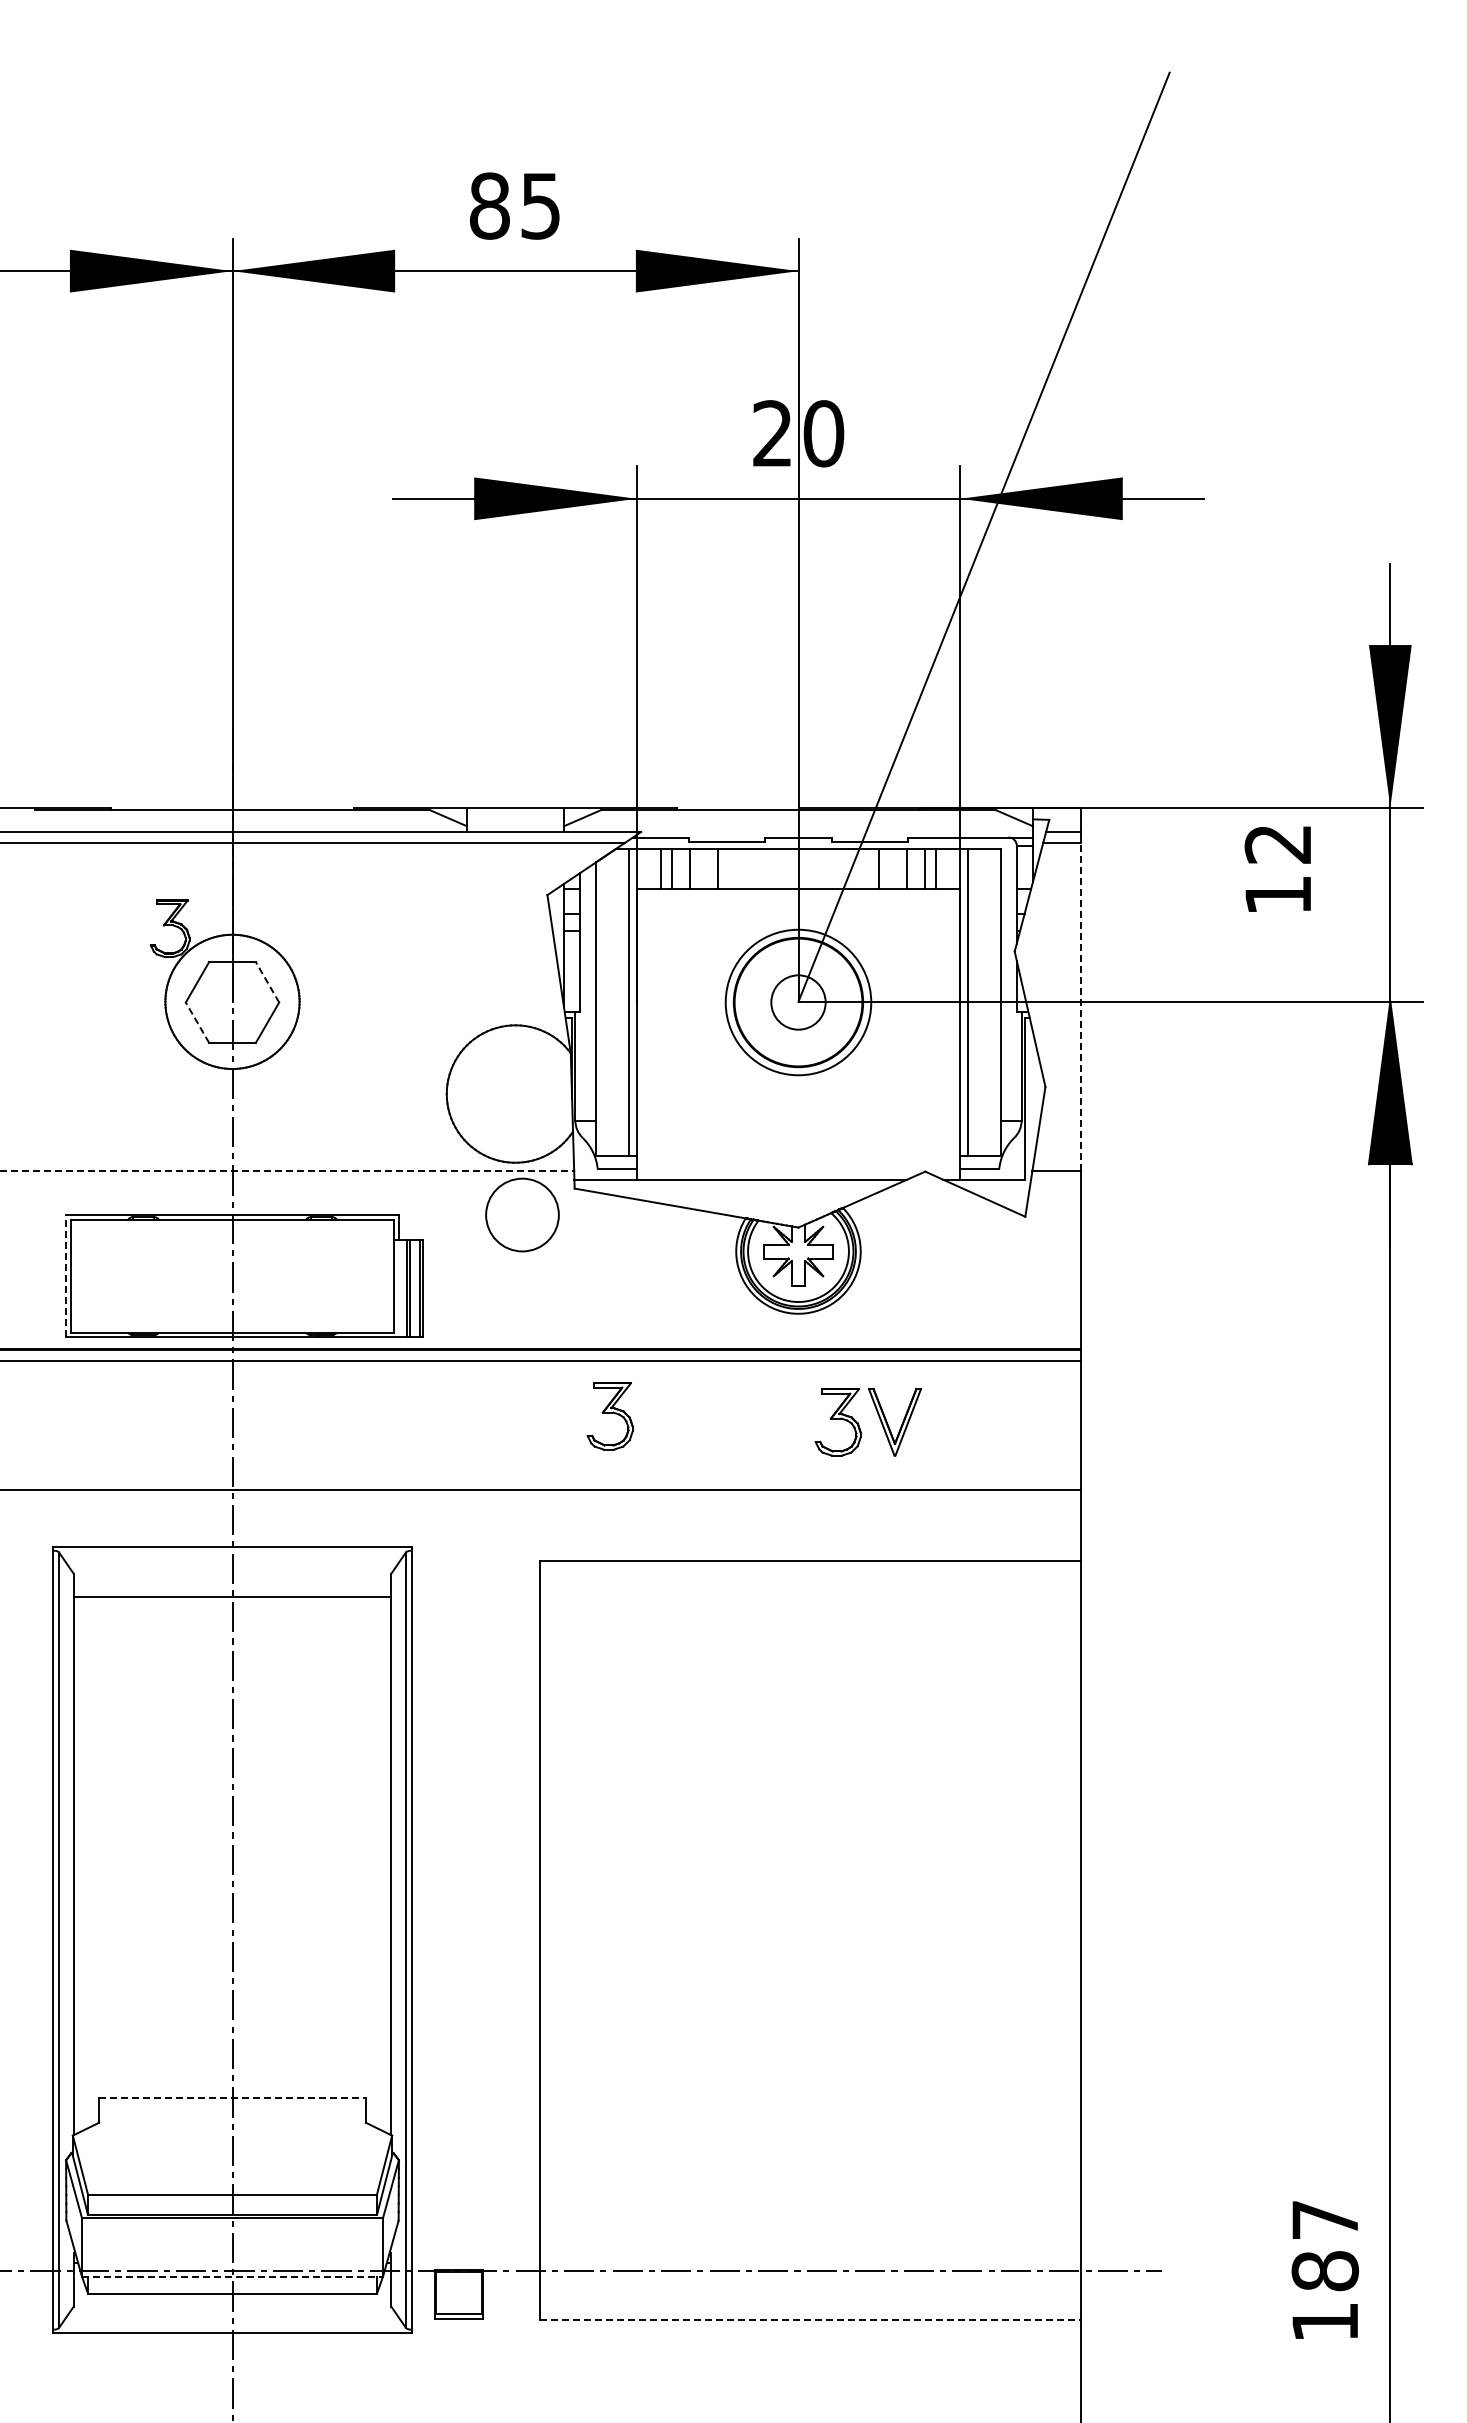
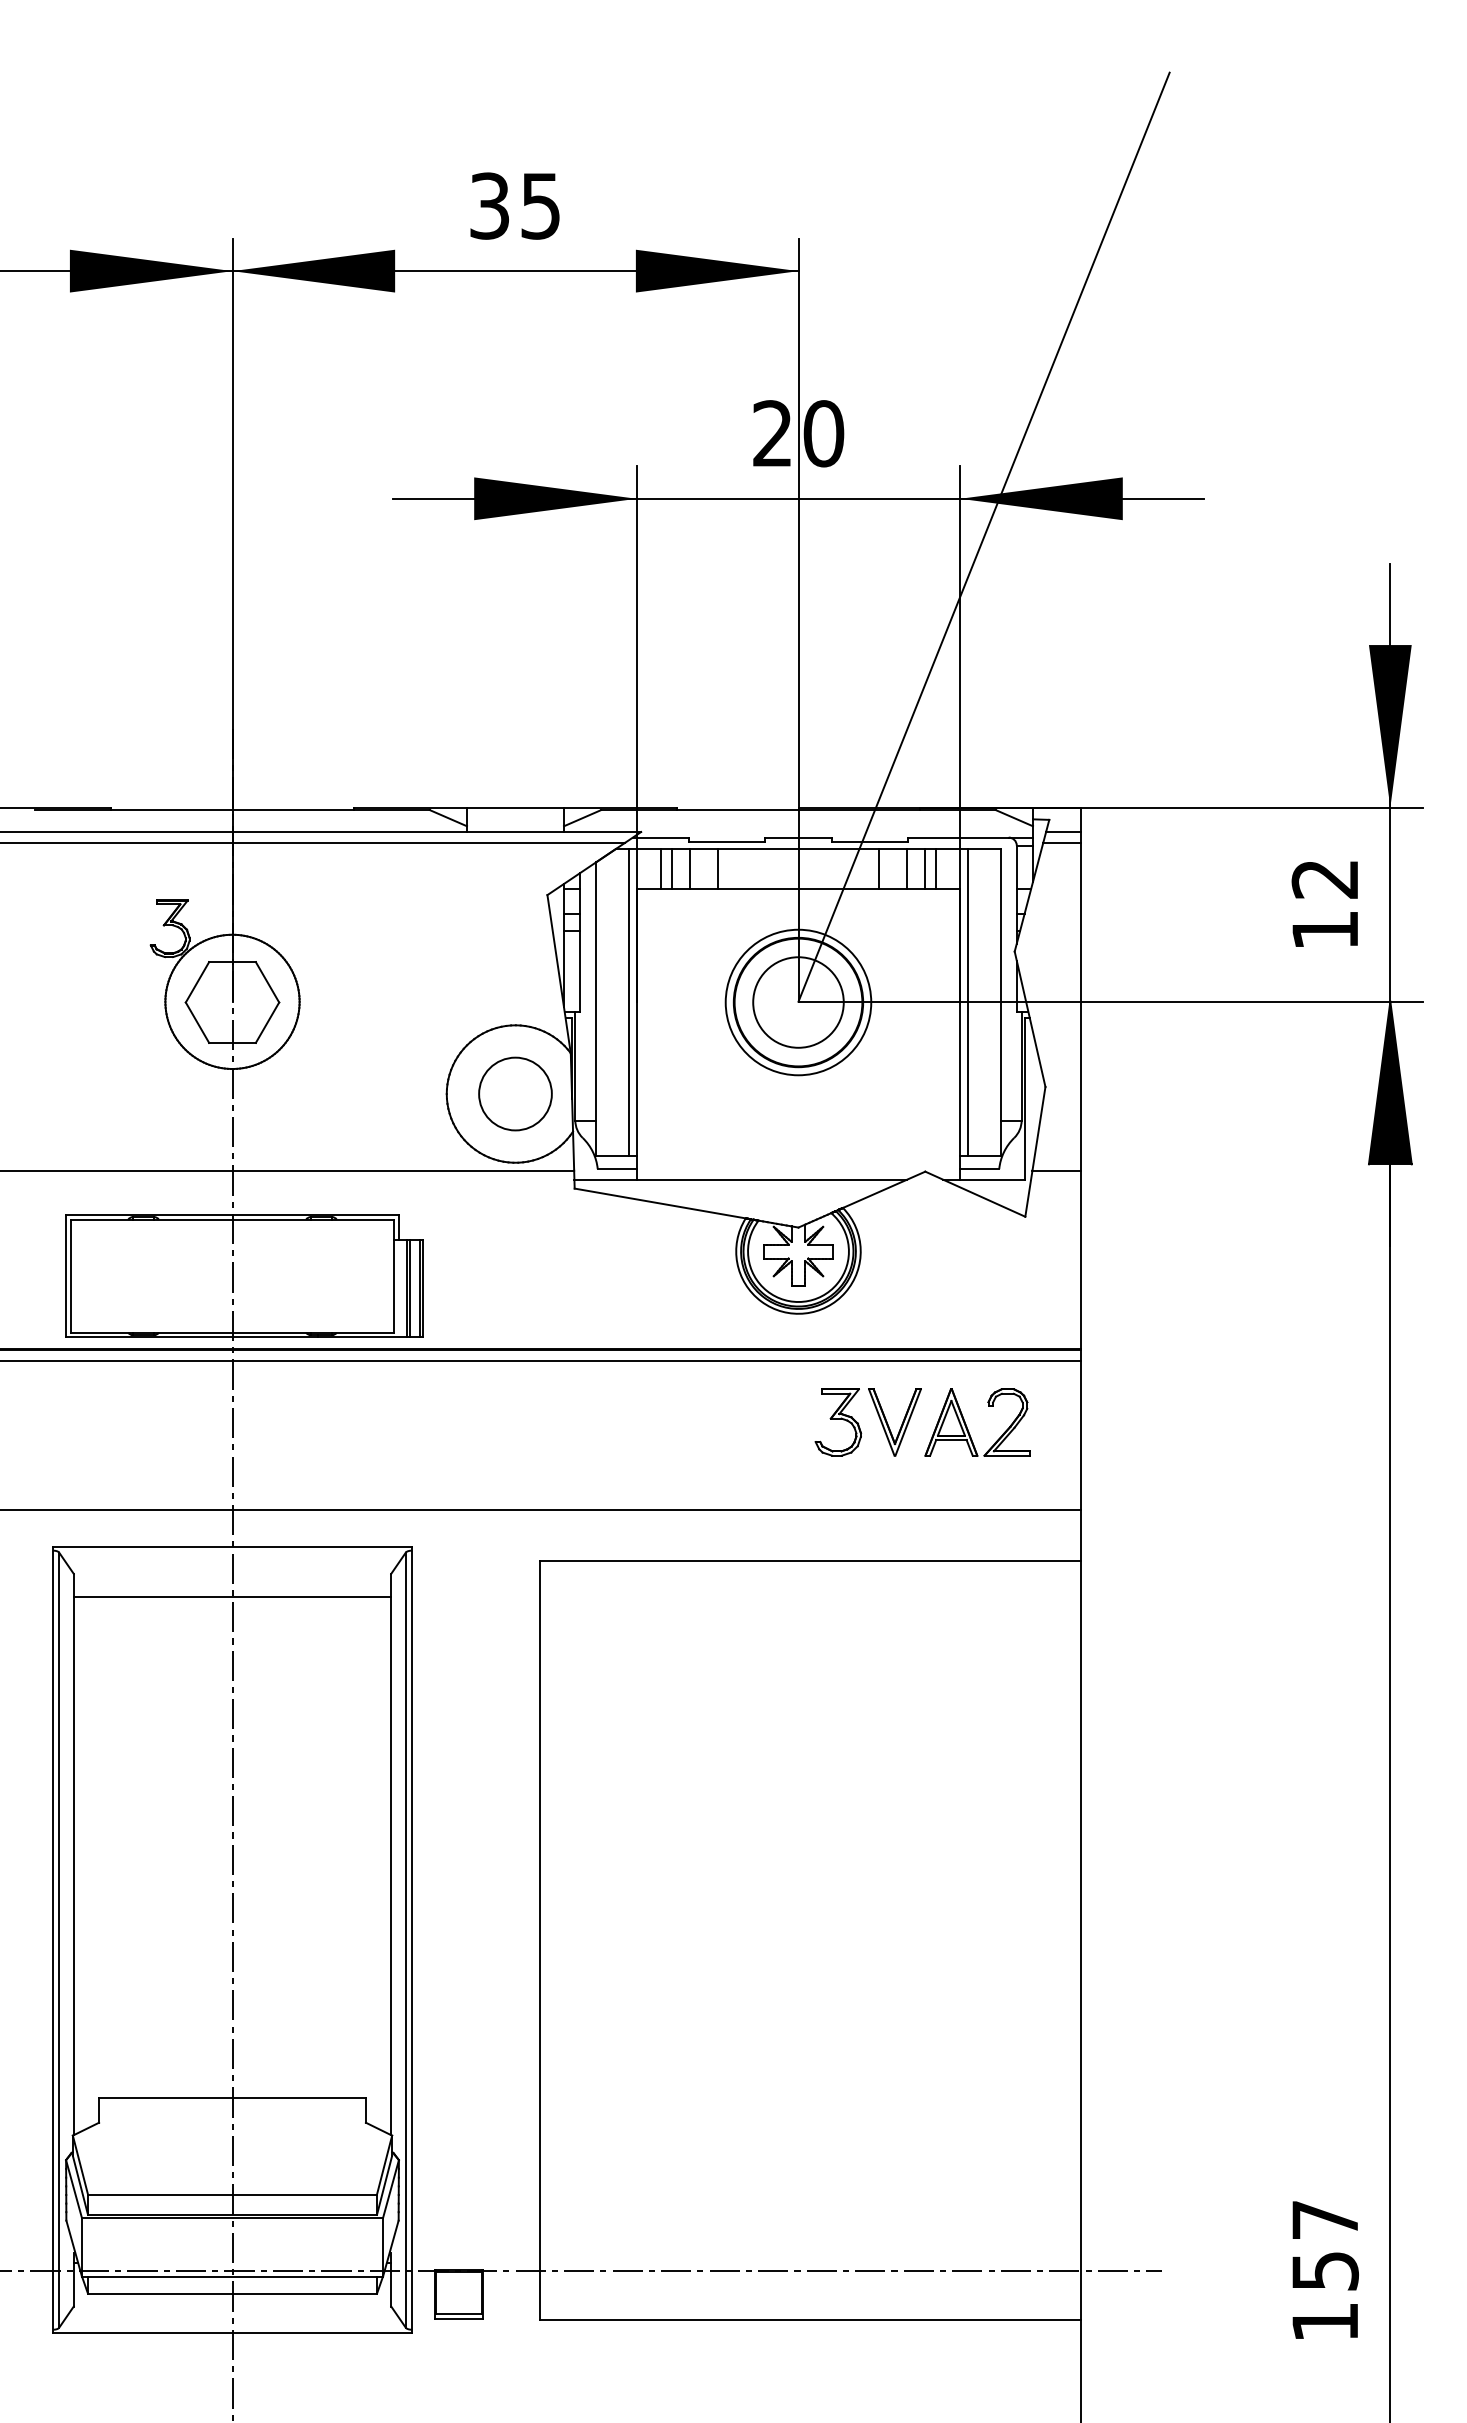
text at (489, 205): 85 -> 35
text at (1277, 868) position: (1277, 868) -> (1324, 903)
line at (267, 981): dashed -> solid
circle at (798, 1002) diameter: 54 px -> 91 px
line at (1081, 1006): dashed -> solid
line at (197, 1022): dashed -> solid
line at (287, 1170): dashed -> solid
circle at (522, 1214) position: (522, 1214) -> (515, 1093)
line at (65, 1276): dashed -> solid
part at (610, 1416): present -> none
part at (967, 1426): none -> present
line at (541, 1490) position: (541, 1490) -> (541, 1510)
line at (233, 2097): dashed -> solid
text at (1324, 2271): 187 -> 157
line at (232, 2276): dashed -> solid
line at (810, 2319): dashed -> solid
